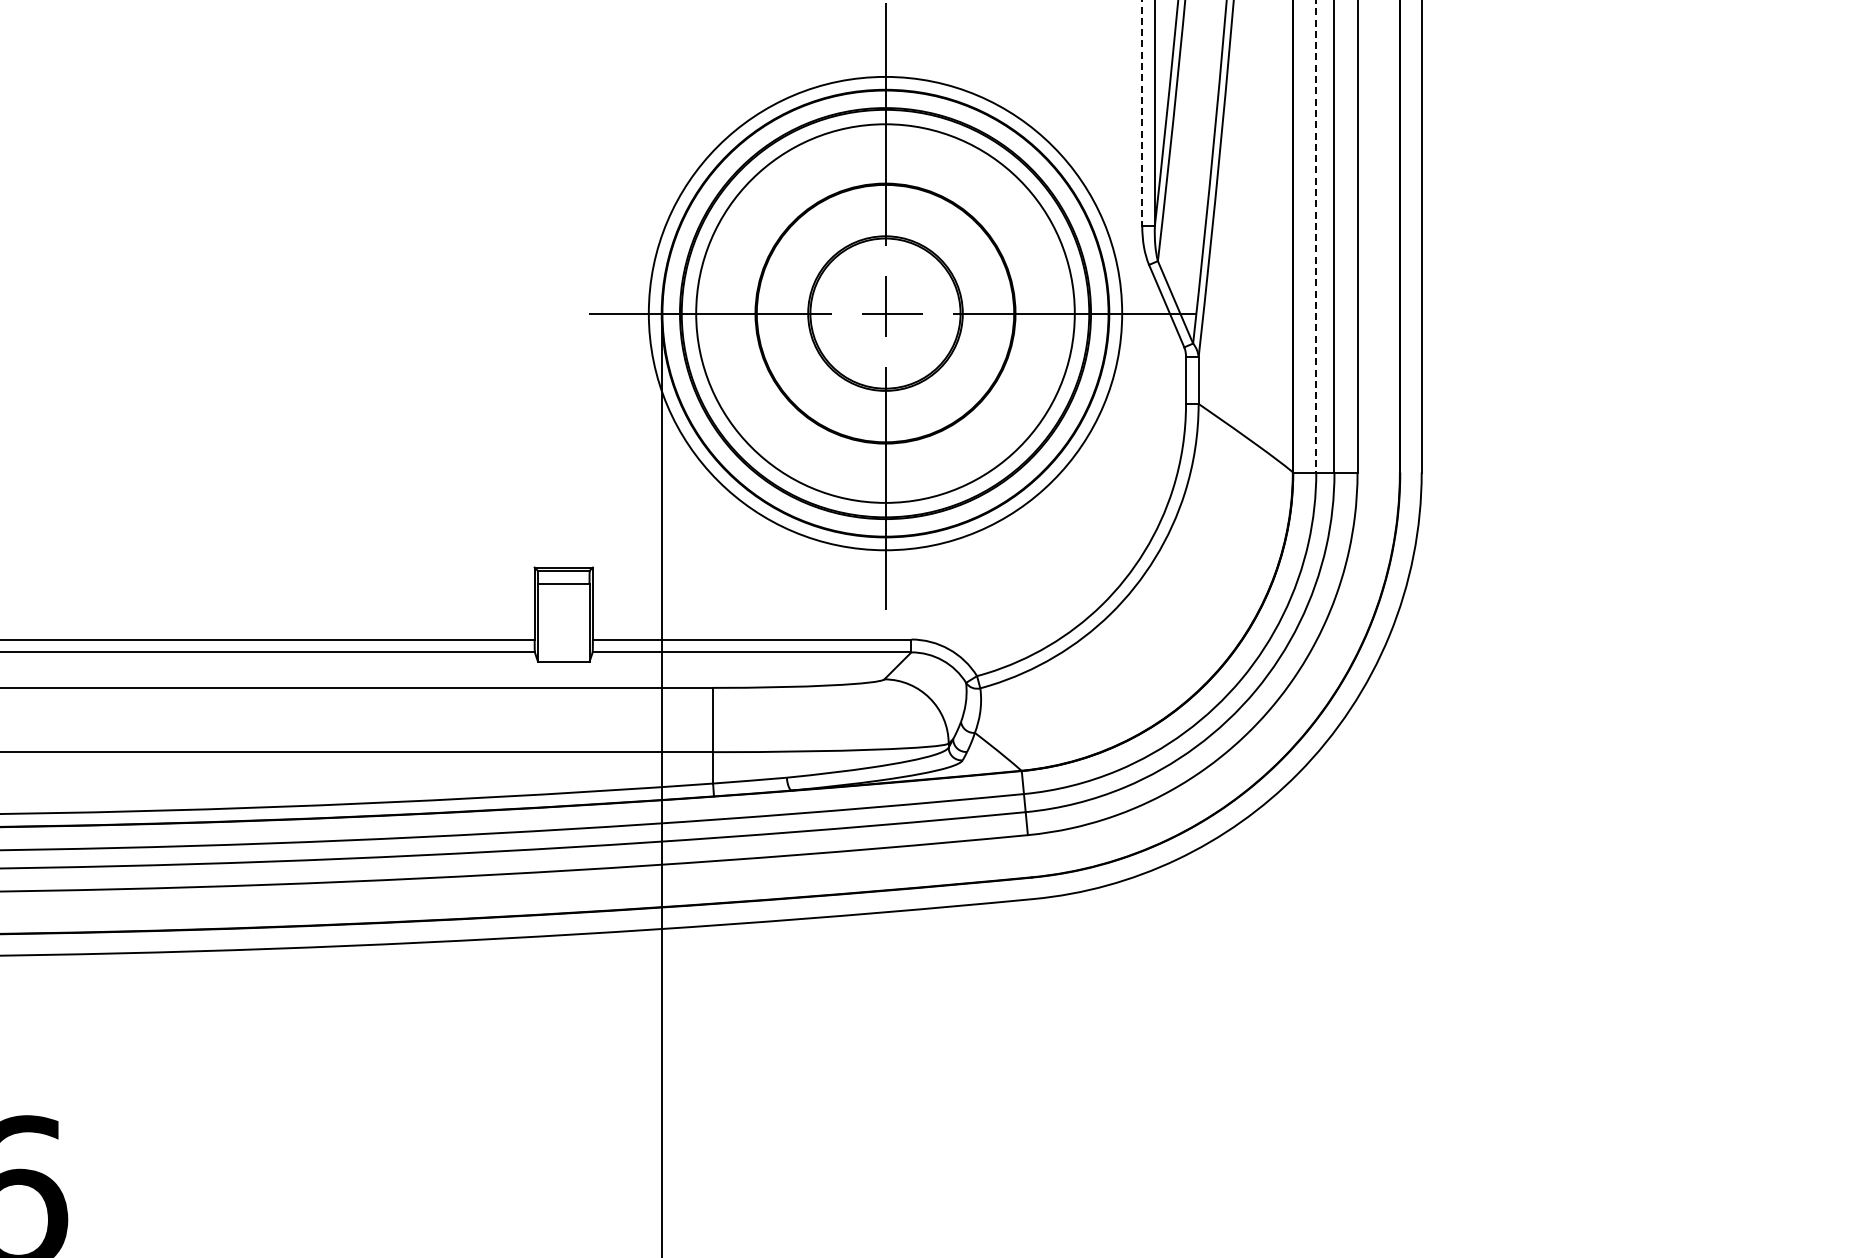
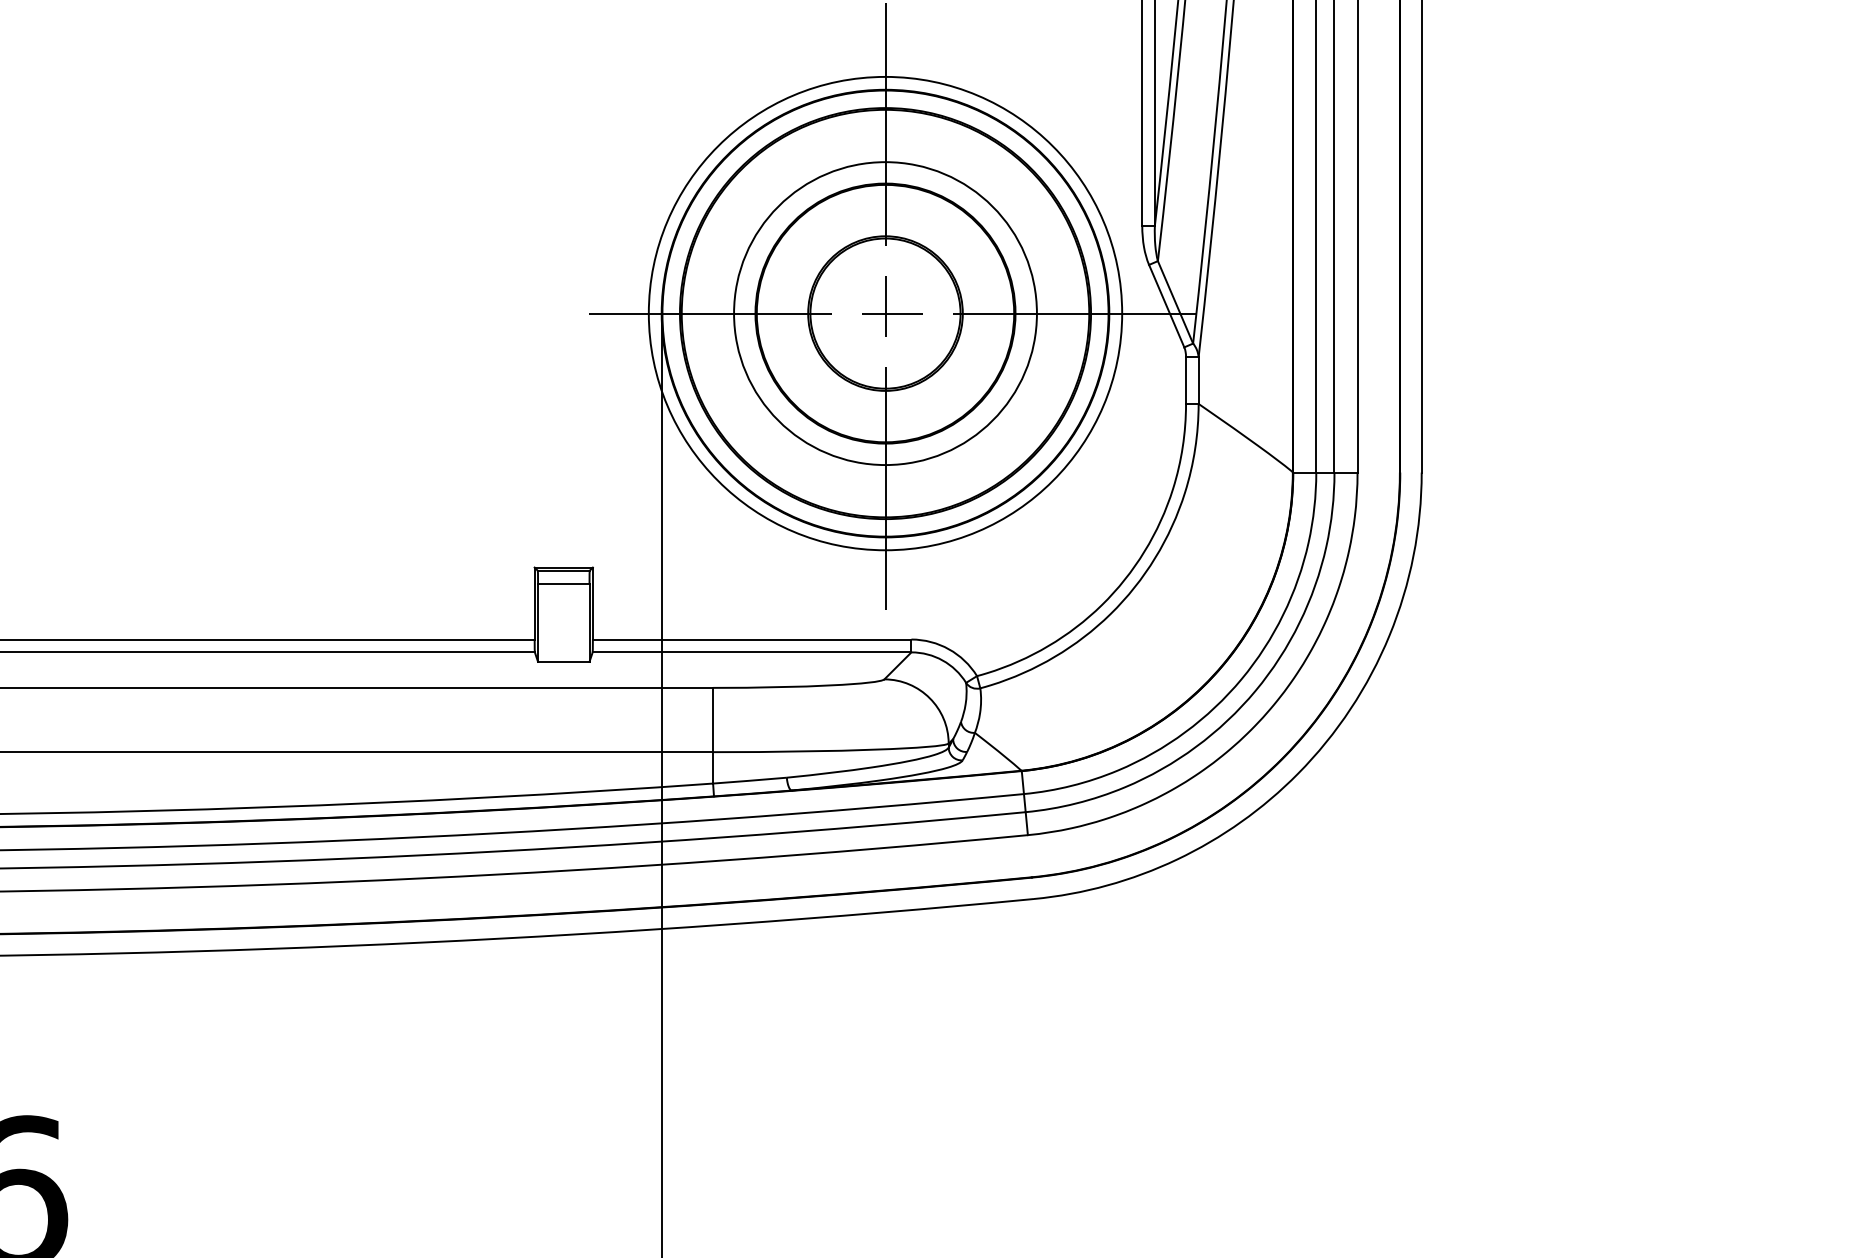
line at (1142, 113): dashed -> solid
line at (1316, 236): dashed -> solid
circle at (885, 313) diameter: 379 px -> 303 px
